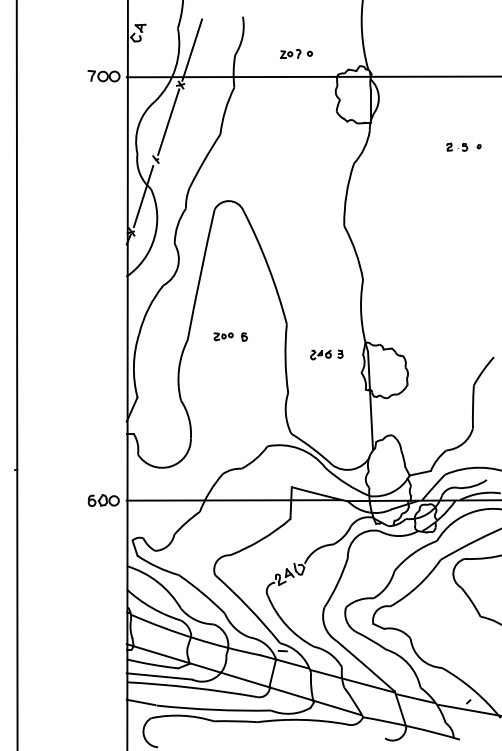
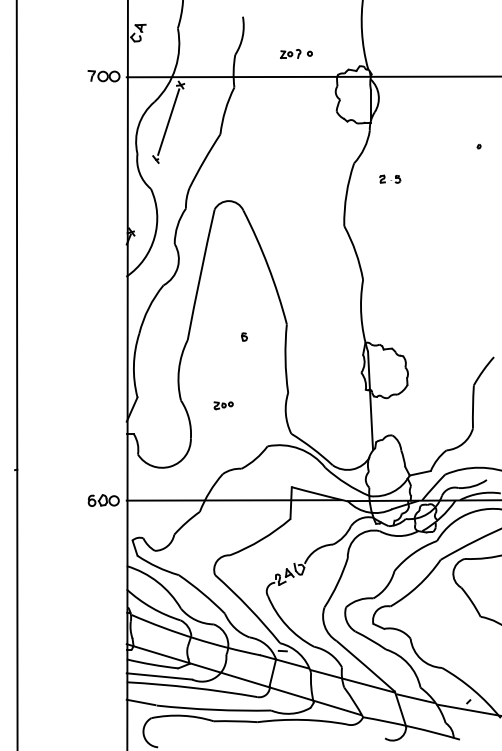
line at (192, 49): present -> none
part at (457, 146) position: (457, 146) -> (390, 178)
line at (143, 196): present -> none
part at (223, 336) position: (223, 336) -> (223, 405)
part at (326, 354): present -> none
